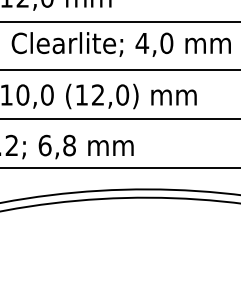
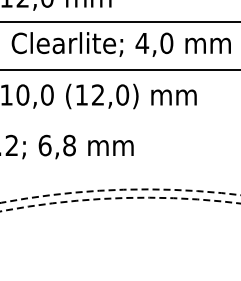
line at (119, 118): present -> none
line at (119, 168): present -> none
arc at (119, 189): solid -> dashed
arc at (119, 198): solid -> dashed
